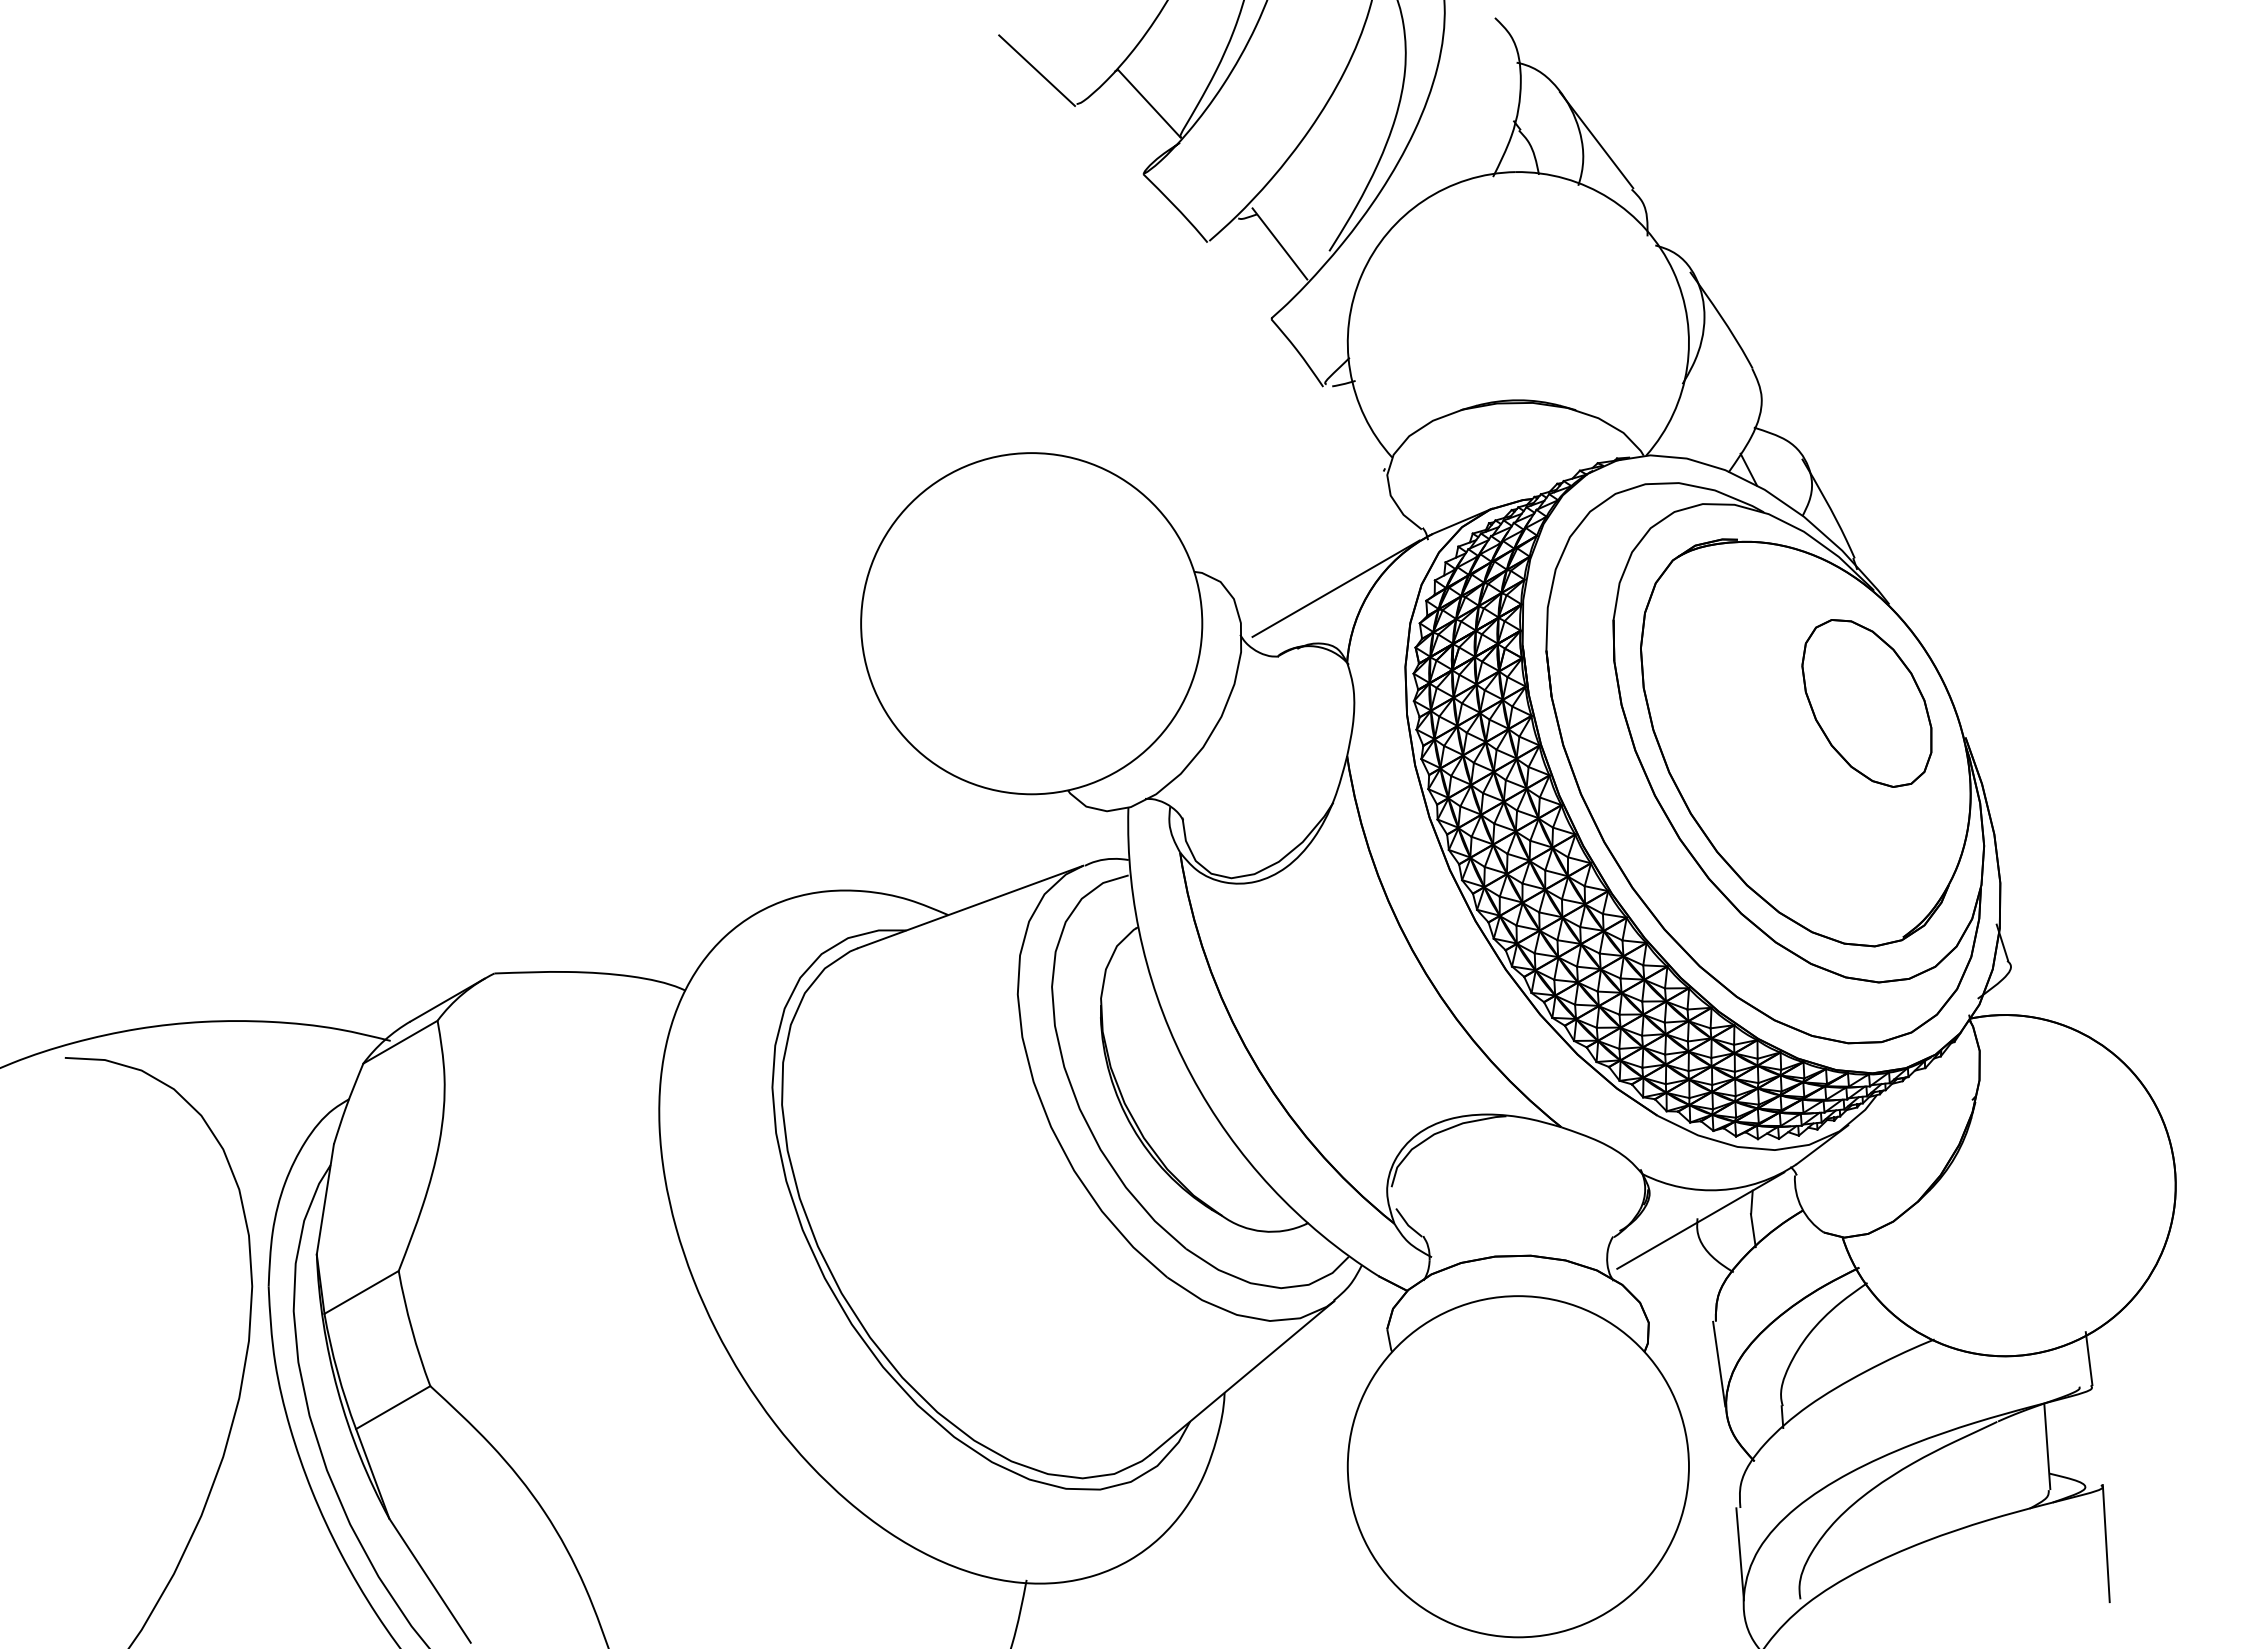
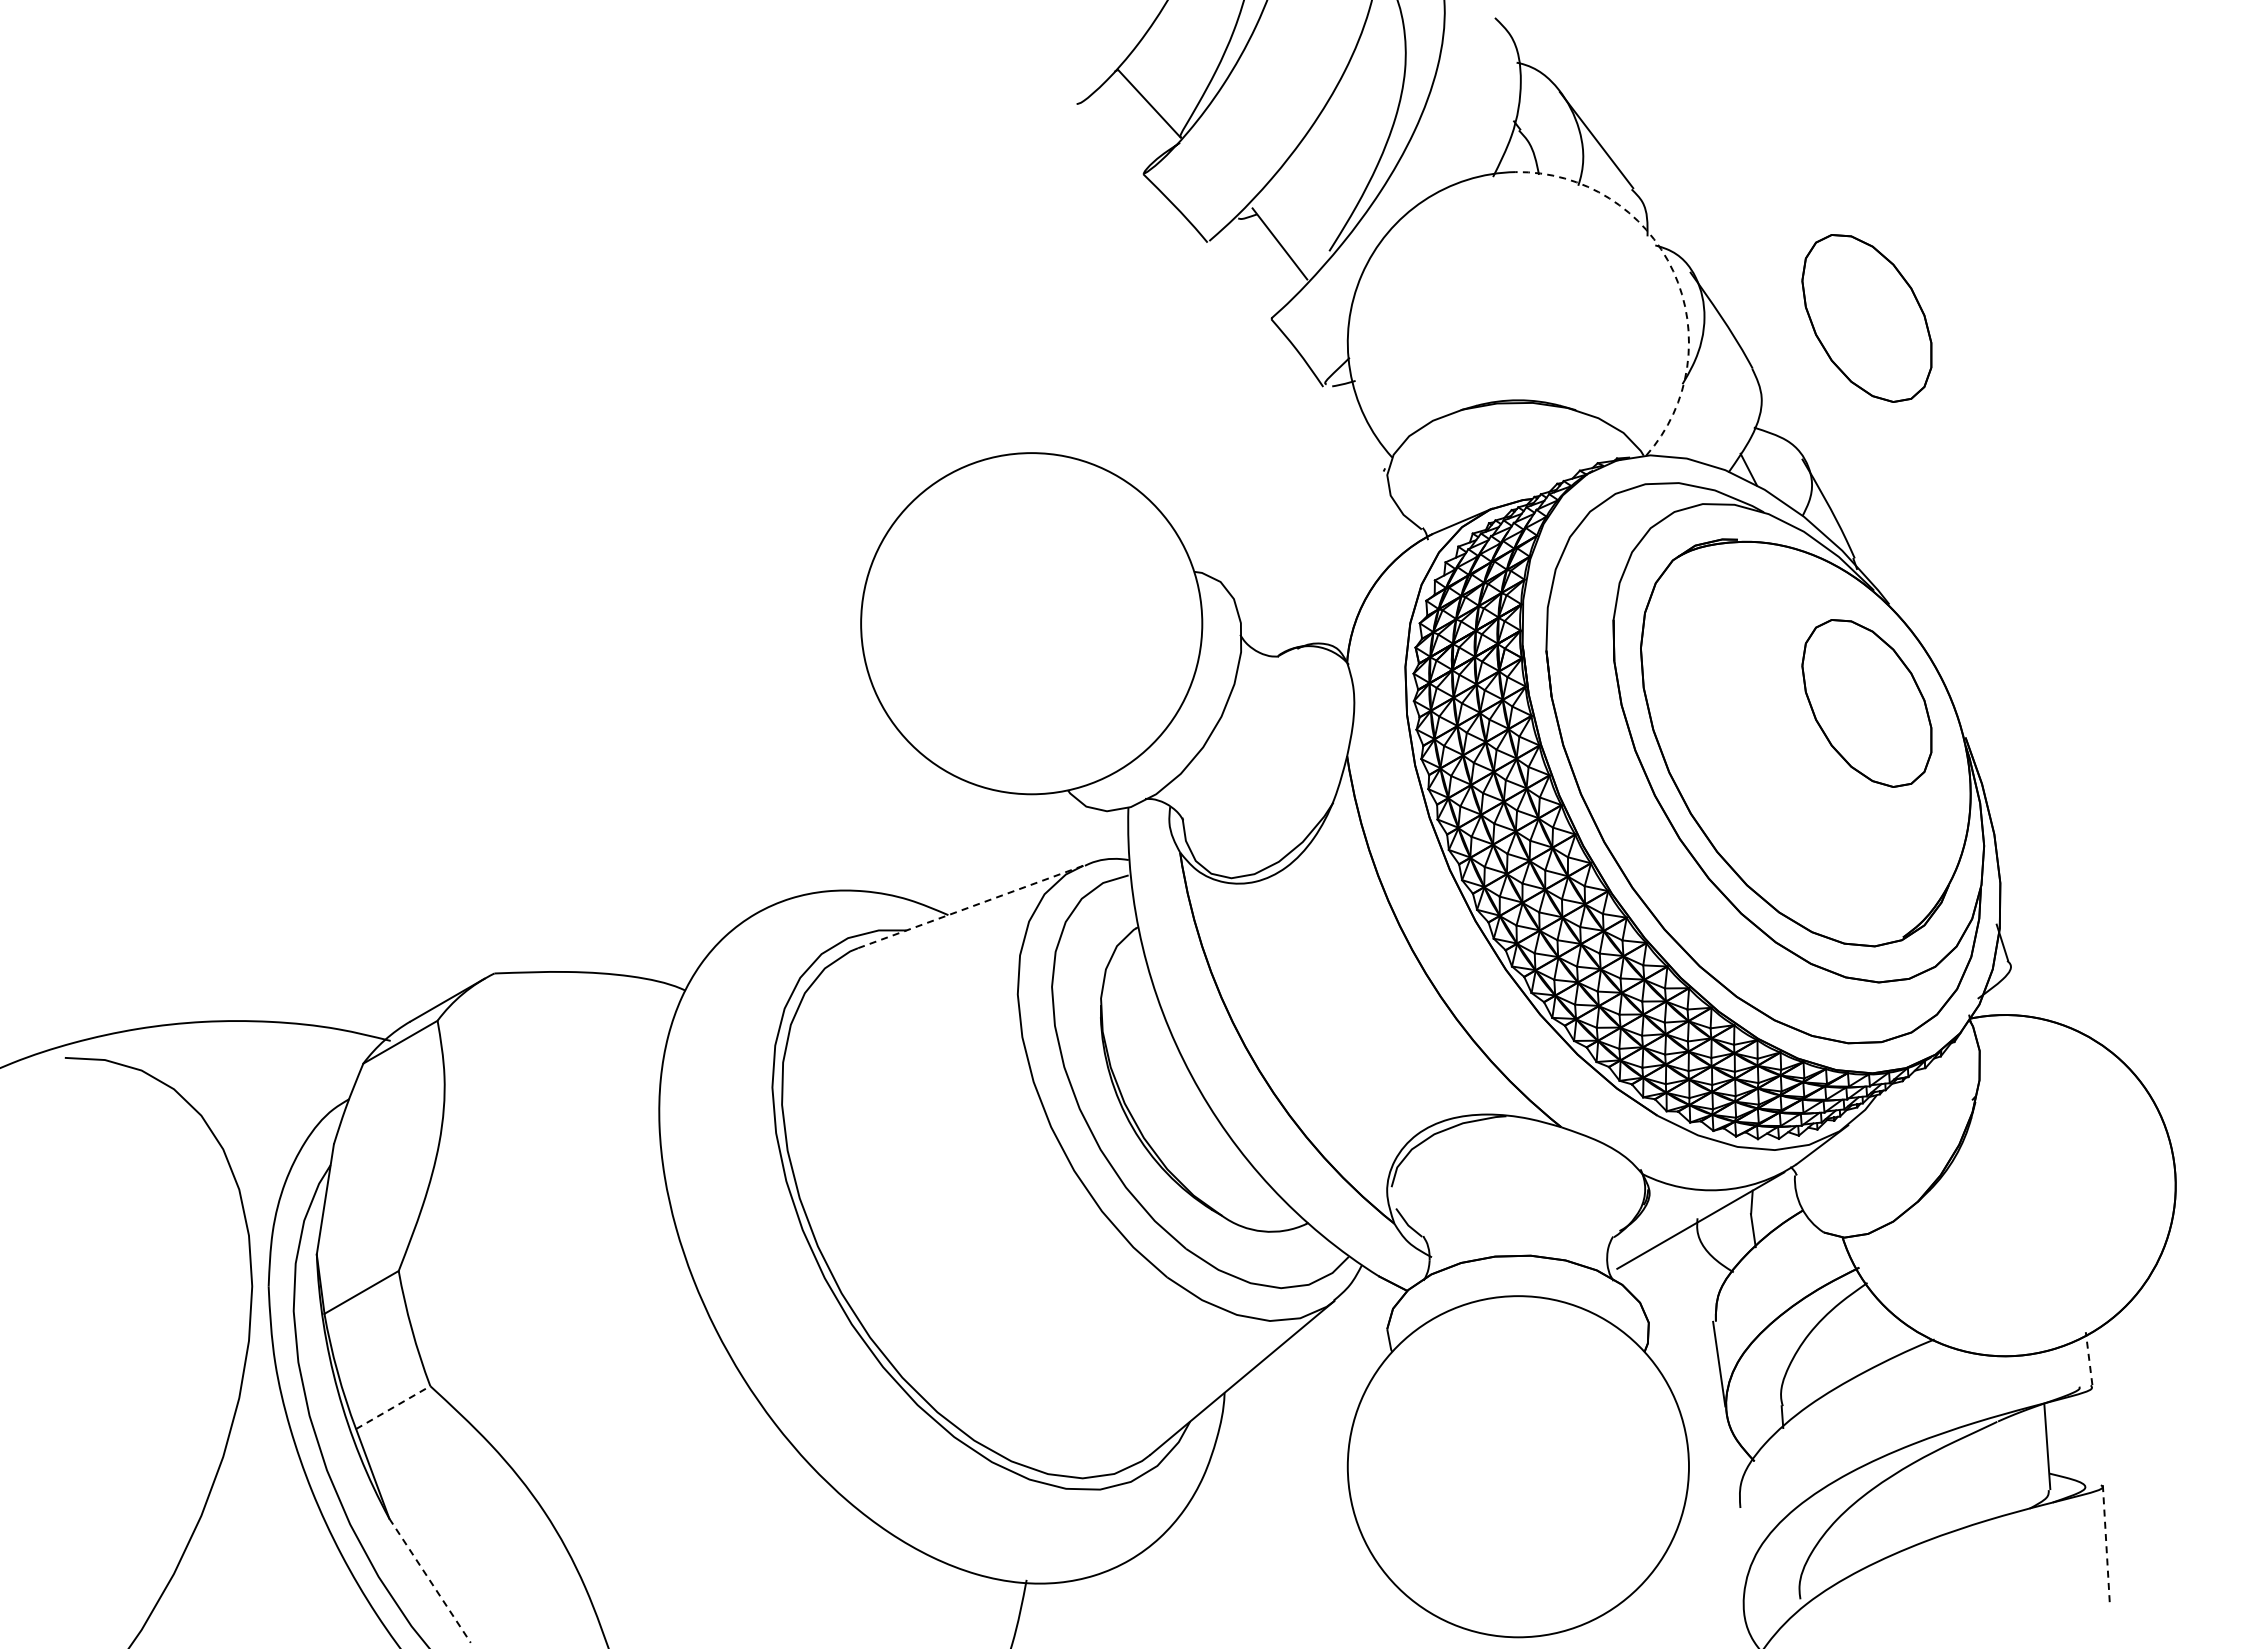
line at (1037, 70): present -> none
arc at (1673, 271): solid -> dashed
part at (1866, 318): none -> present
line at (1335, 588): present -> none
line at (970, 907): solid -> dashed
line at (2089, 1358): solid -> dashed
line at (393, 1407): solid -> dashed
line at (2106, 1543): solid -> dashed
line at (1739, 1554): present -> none
line at (430, 1581): solid -> dashed
